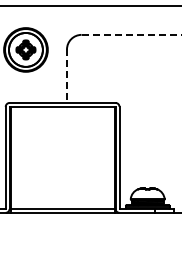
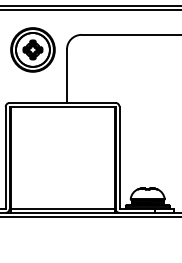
line at (90, 9): none -> present
line at (131, 34): dashed -> solid
part at (25, 49) position: (25, 49) -> (32, 49)
line at (67, 76): dashed -> solid
line at (90, 216): none -> present
